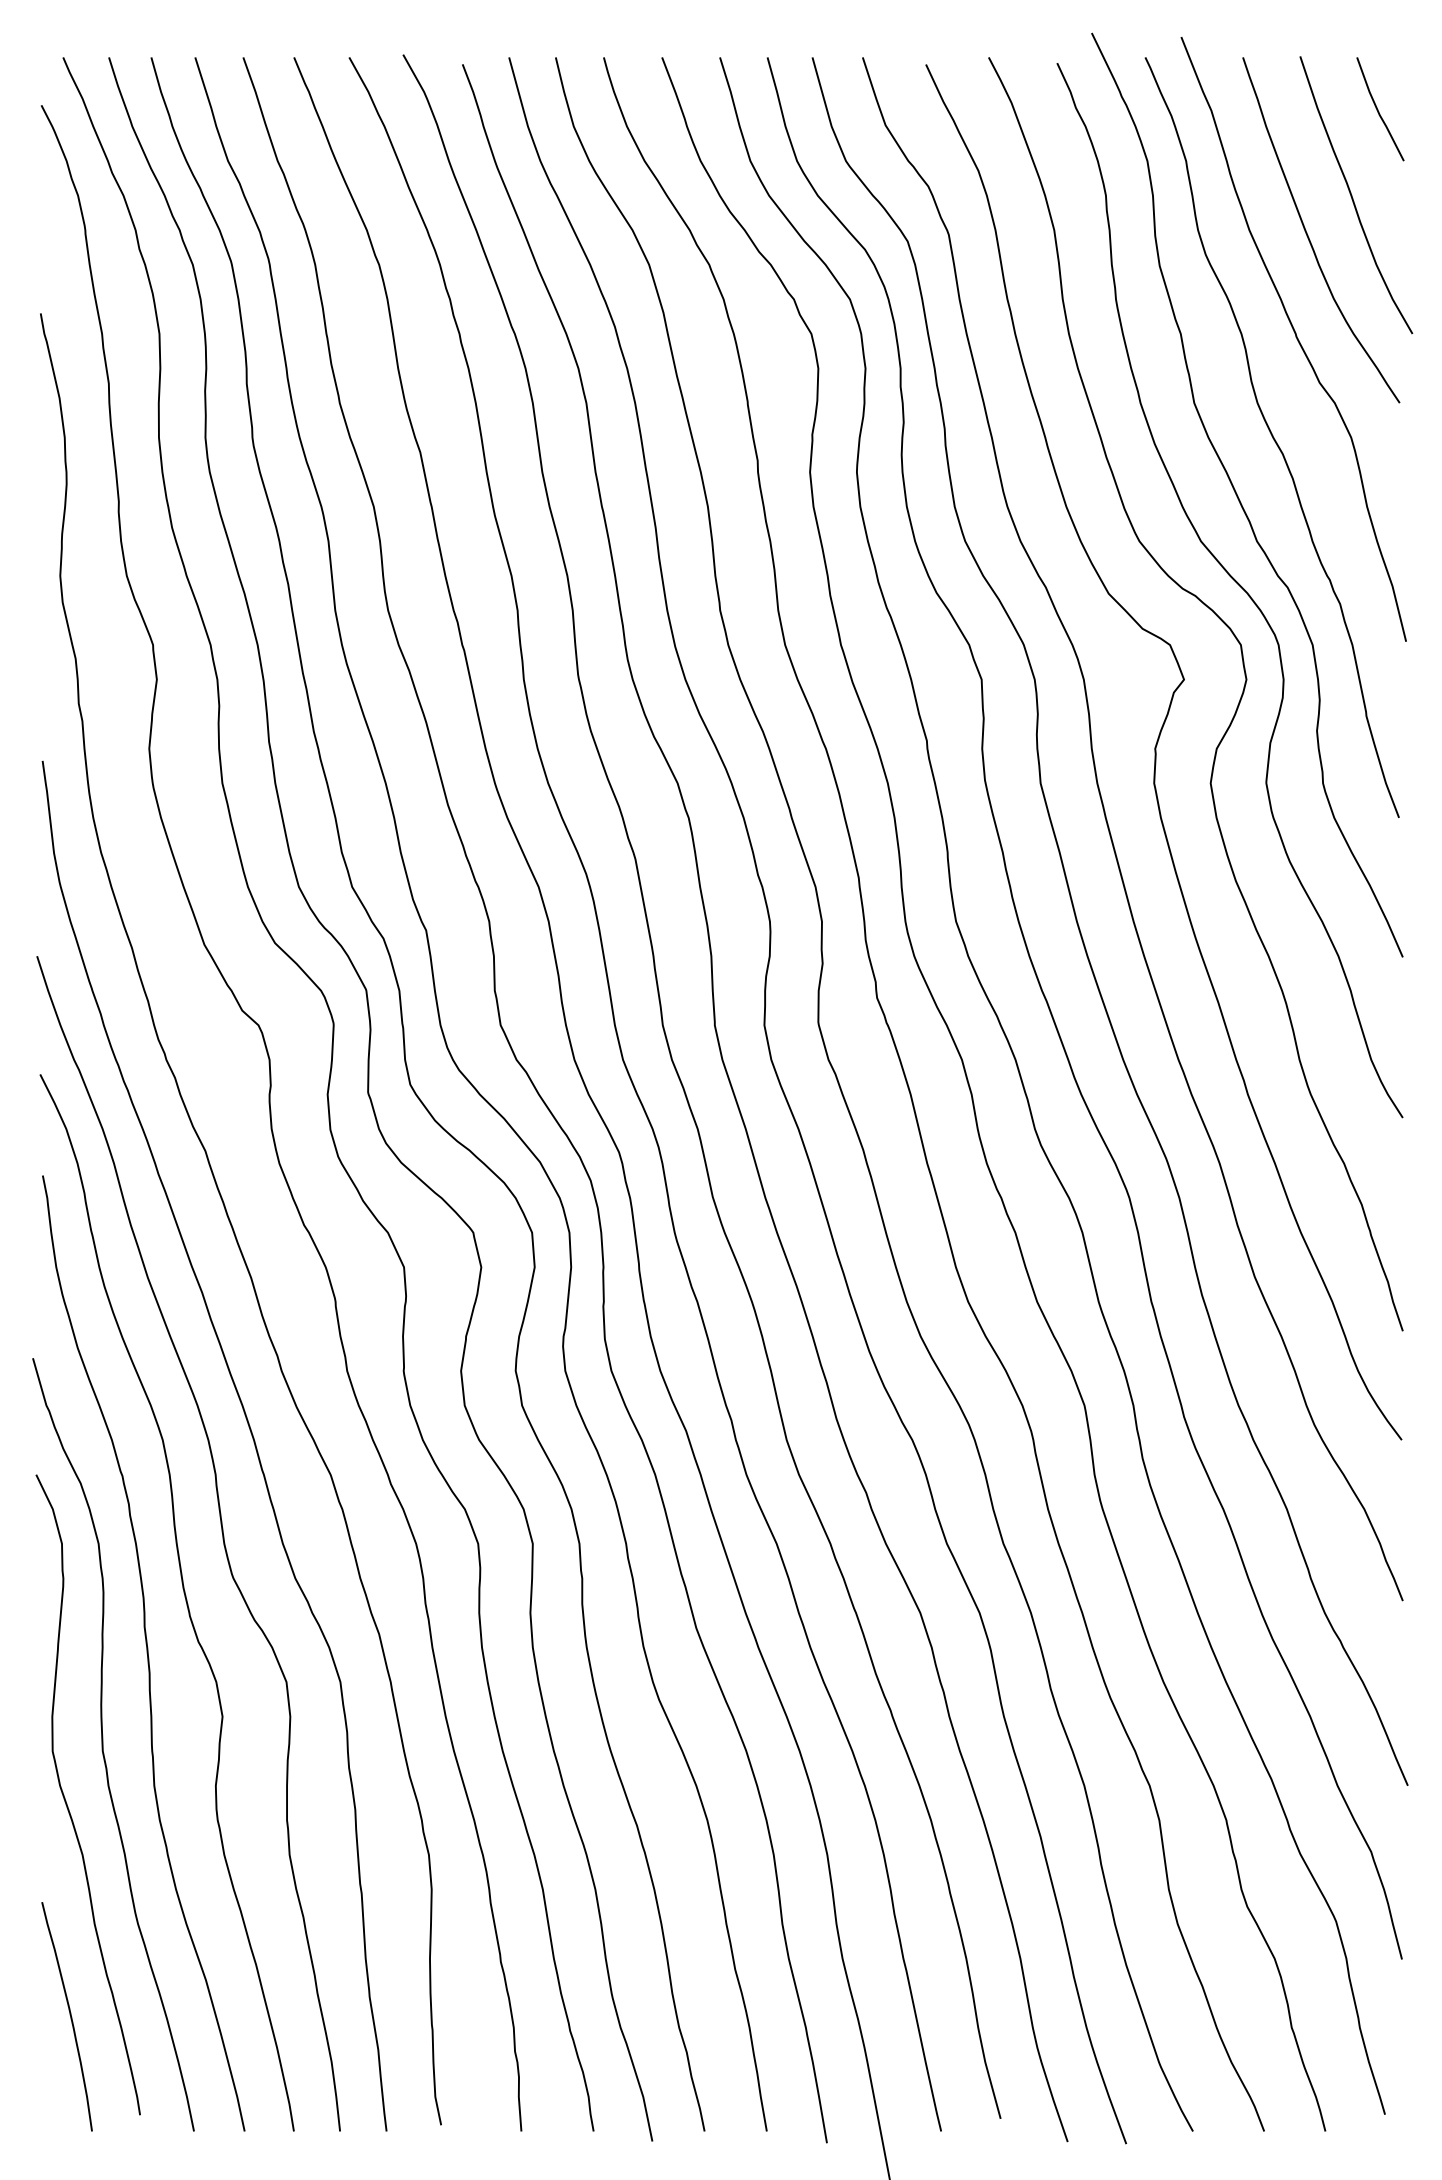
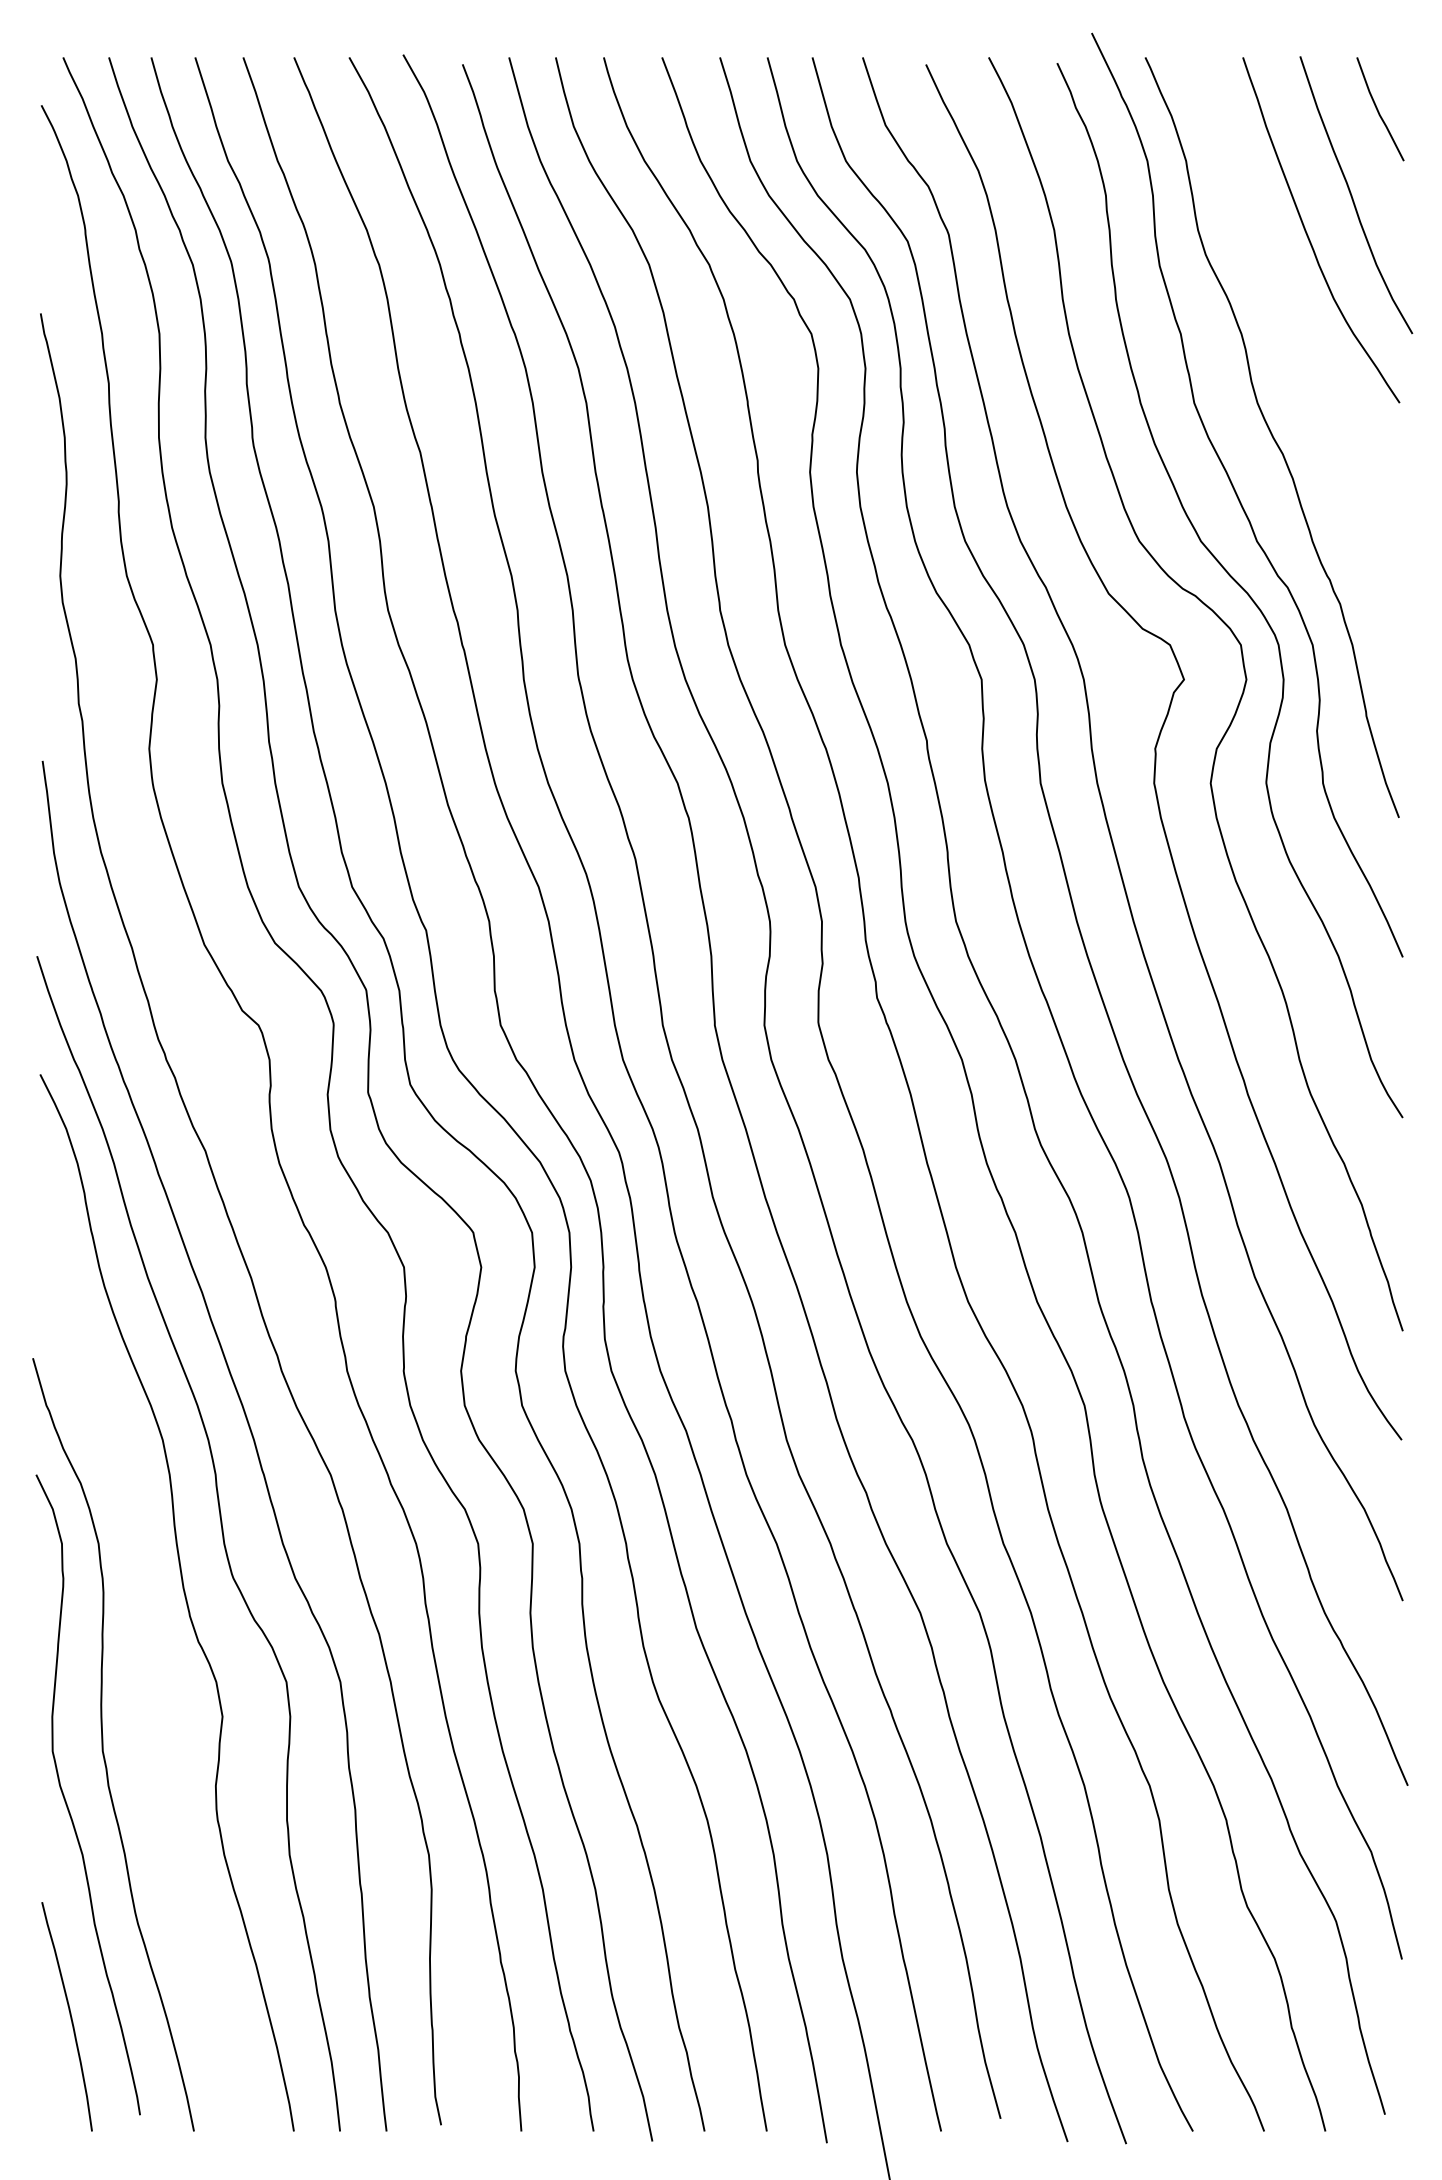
curve at (1295, 337): present -> none
curve at (146, 1653): present -> none
